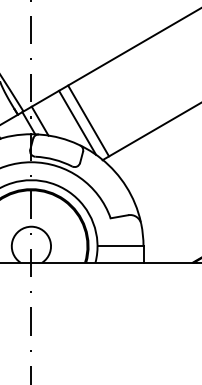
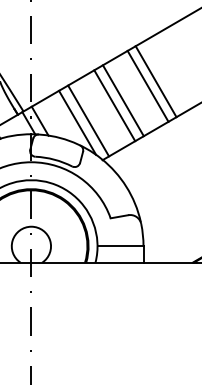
line at (155, 81): none -> present
line at (147, 85): none -> present
line at (122, 100): none -> present
line at (114, 105): none -> present
